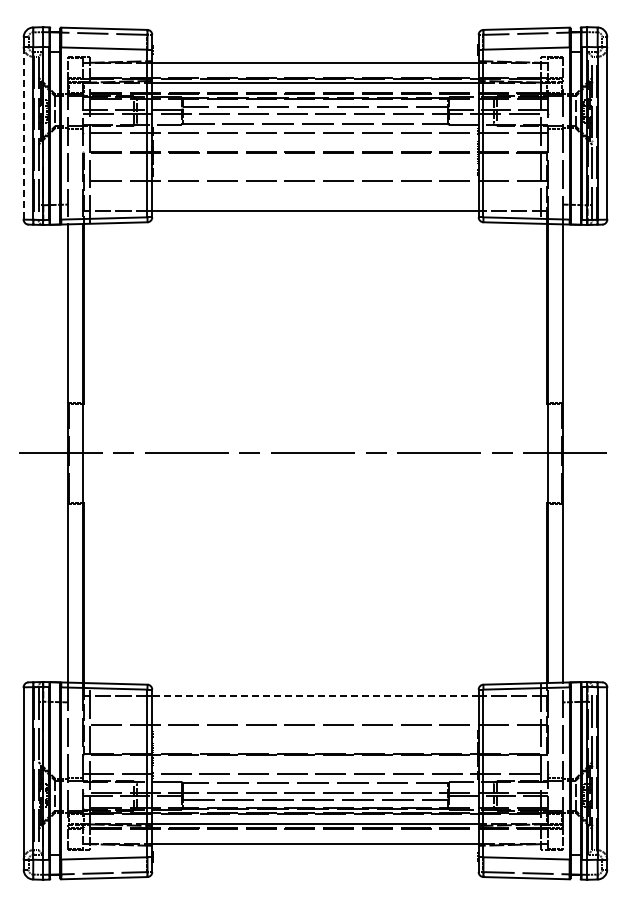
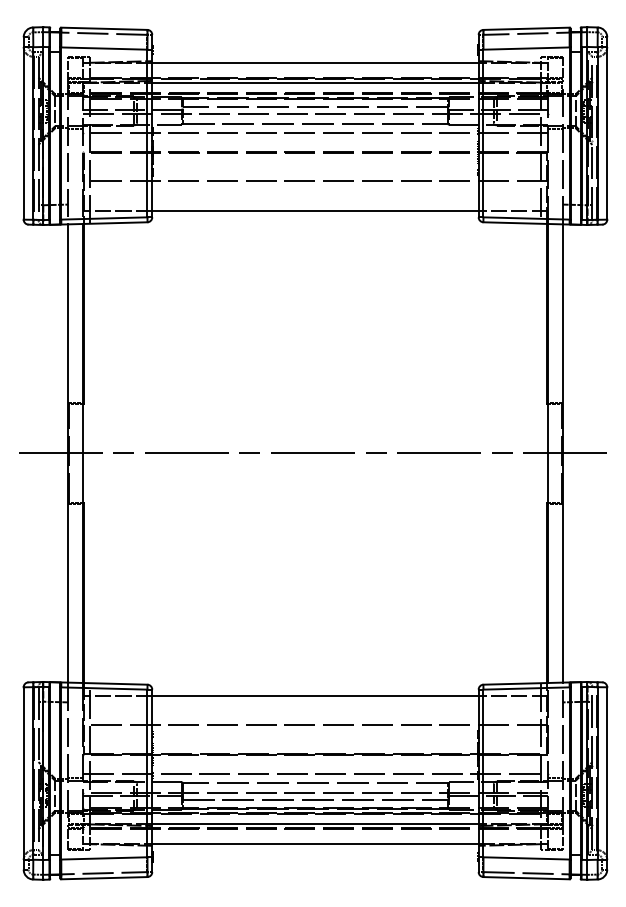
line at (23, 133): dashed -> solid
line at (314, 695): dashed -> solid
